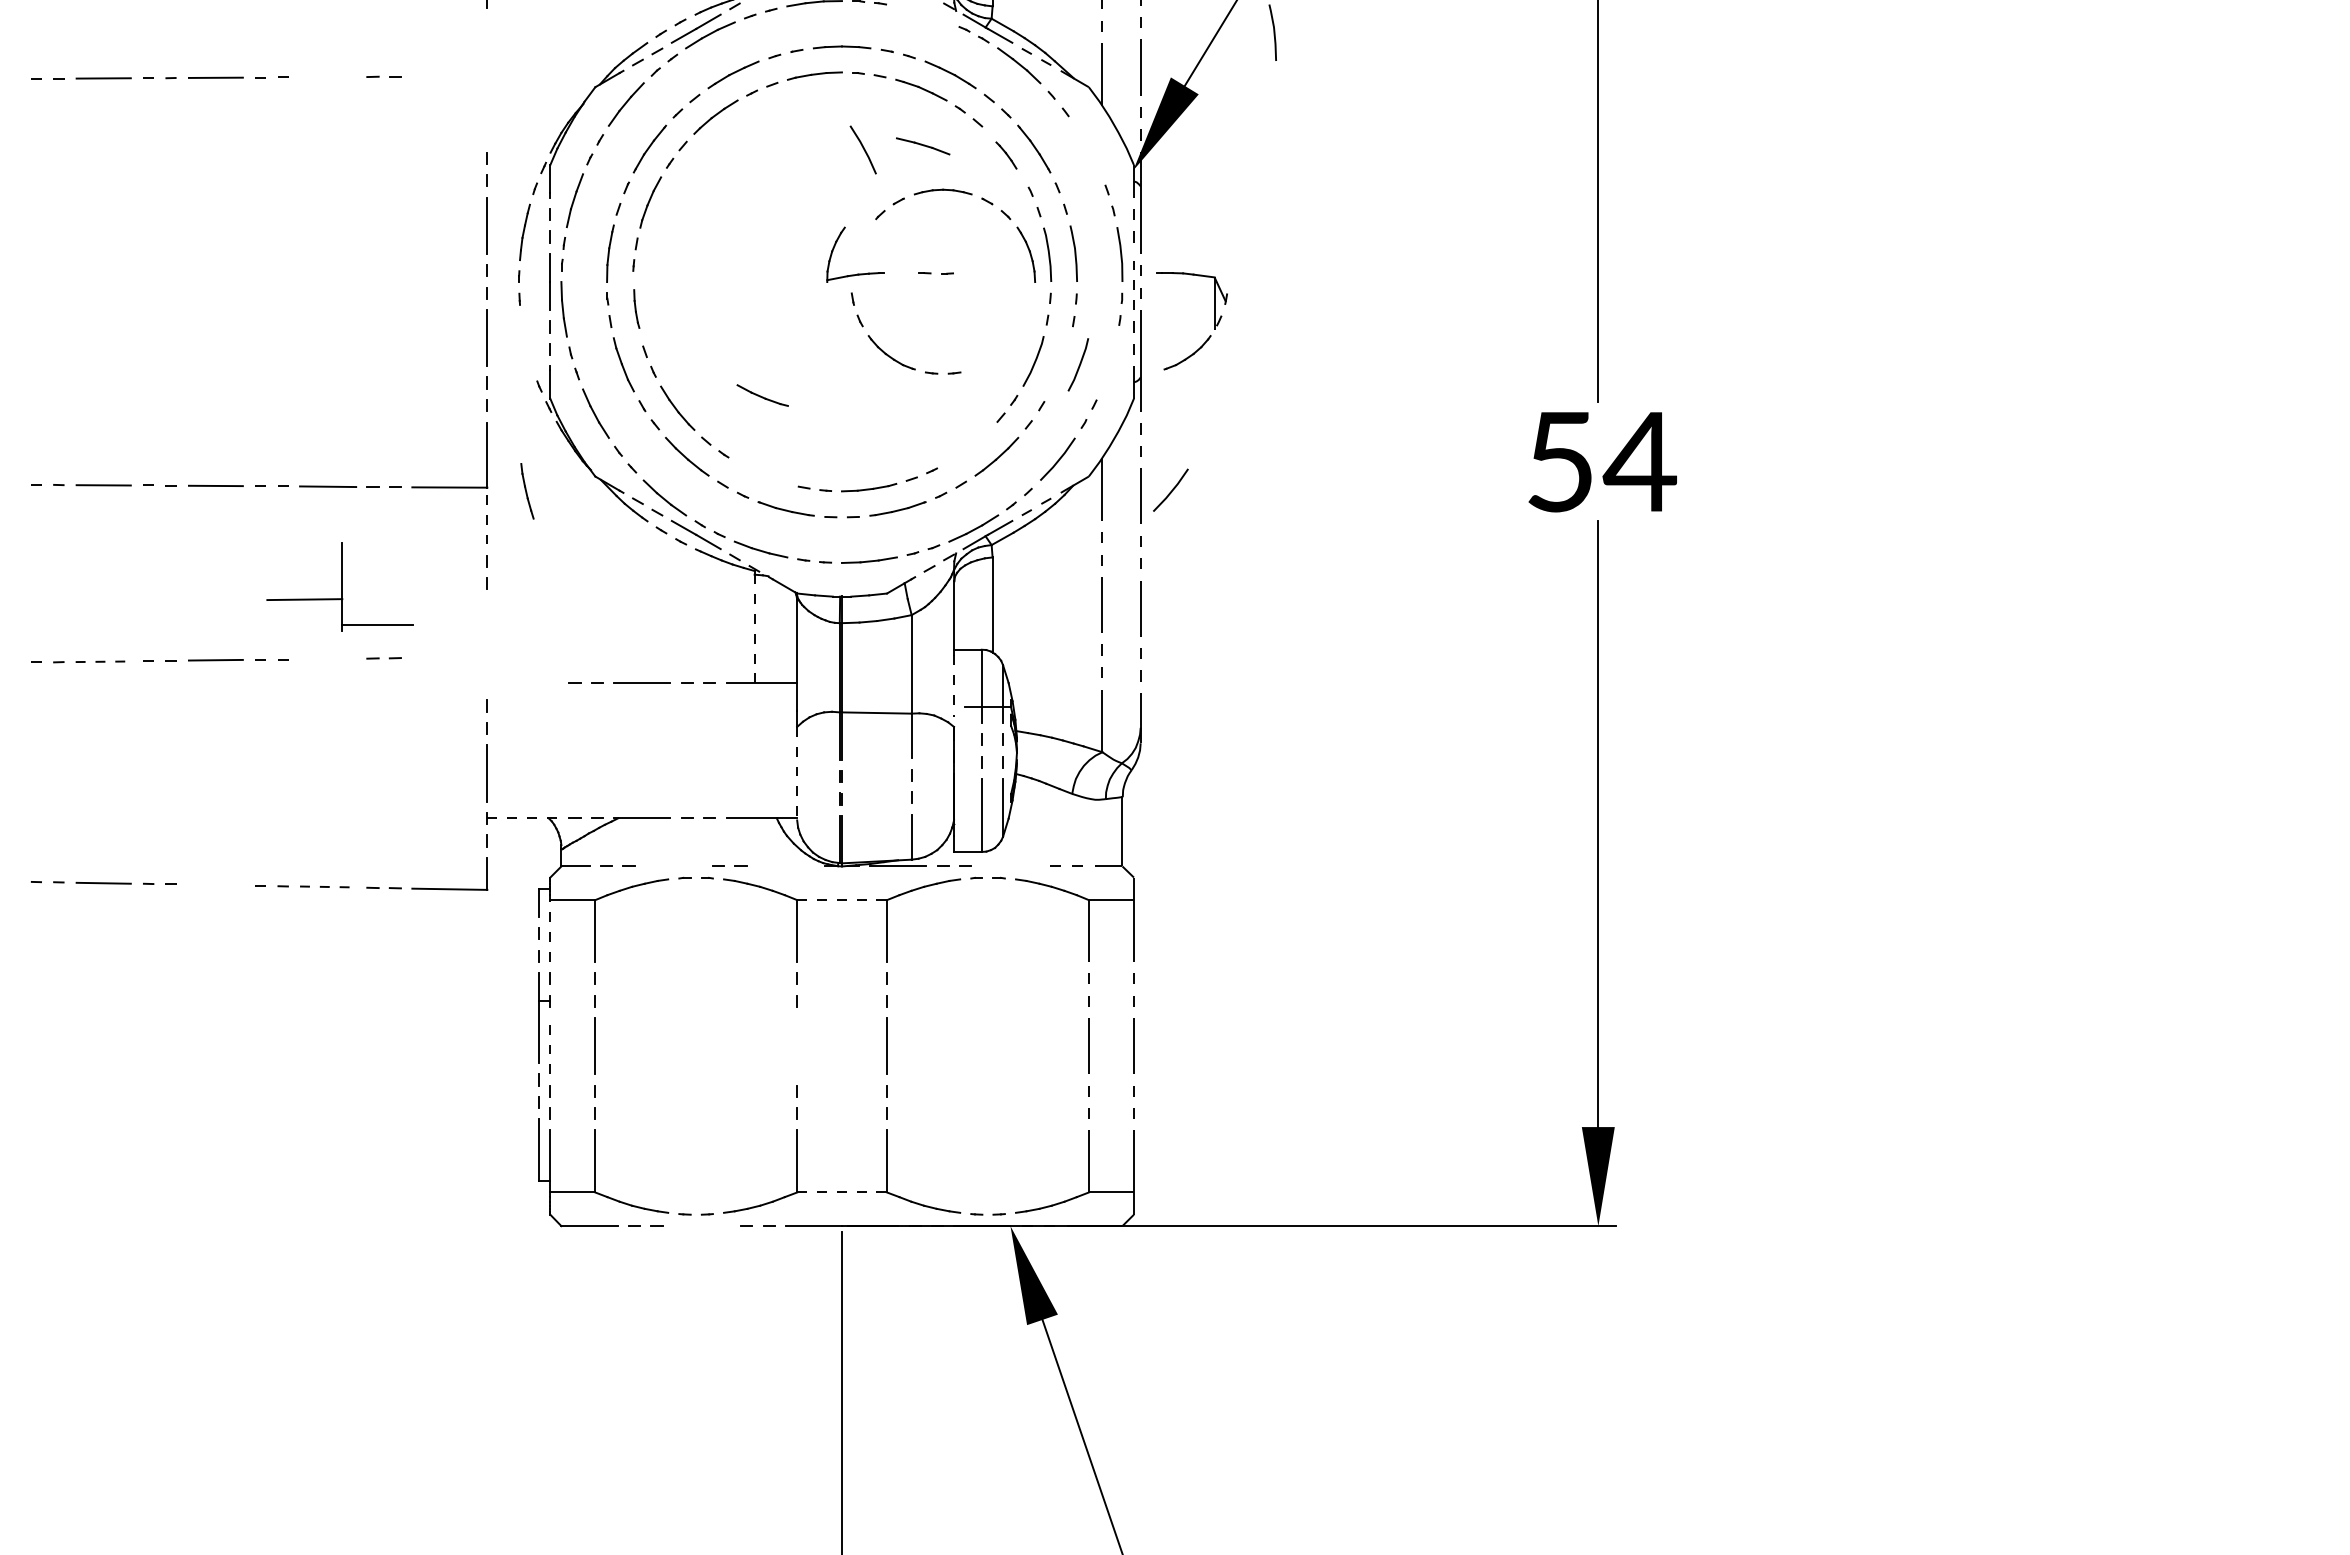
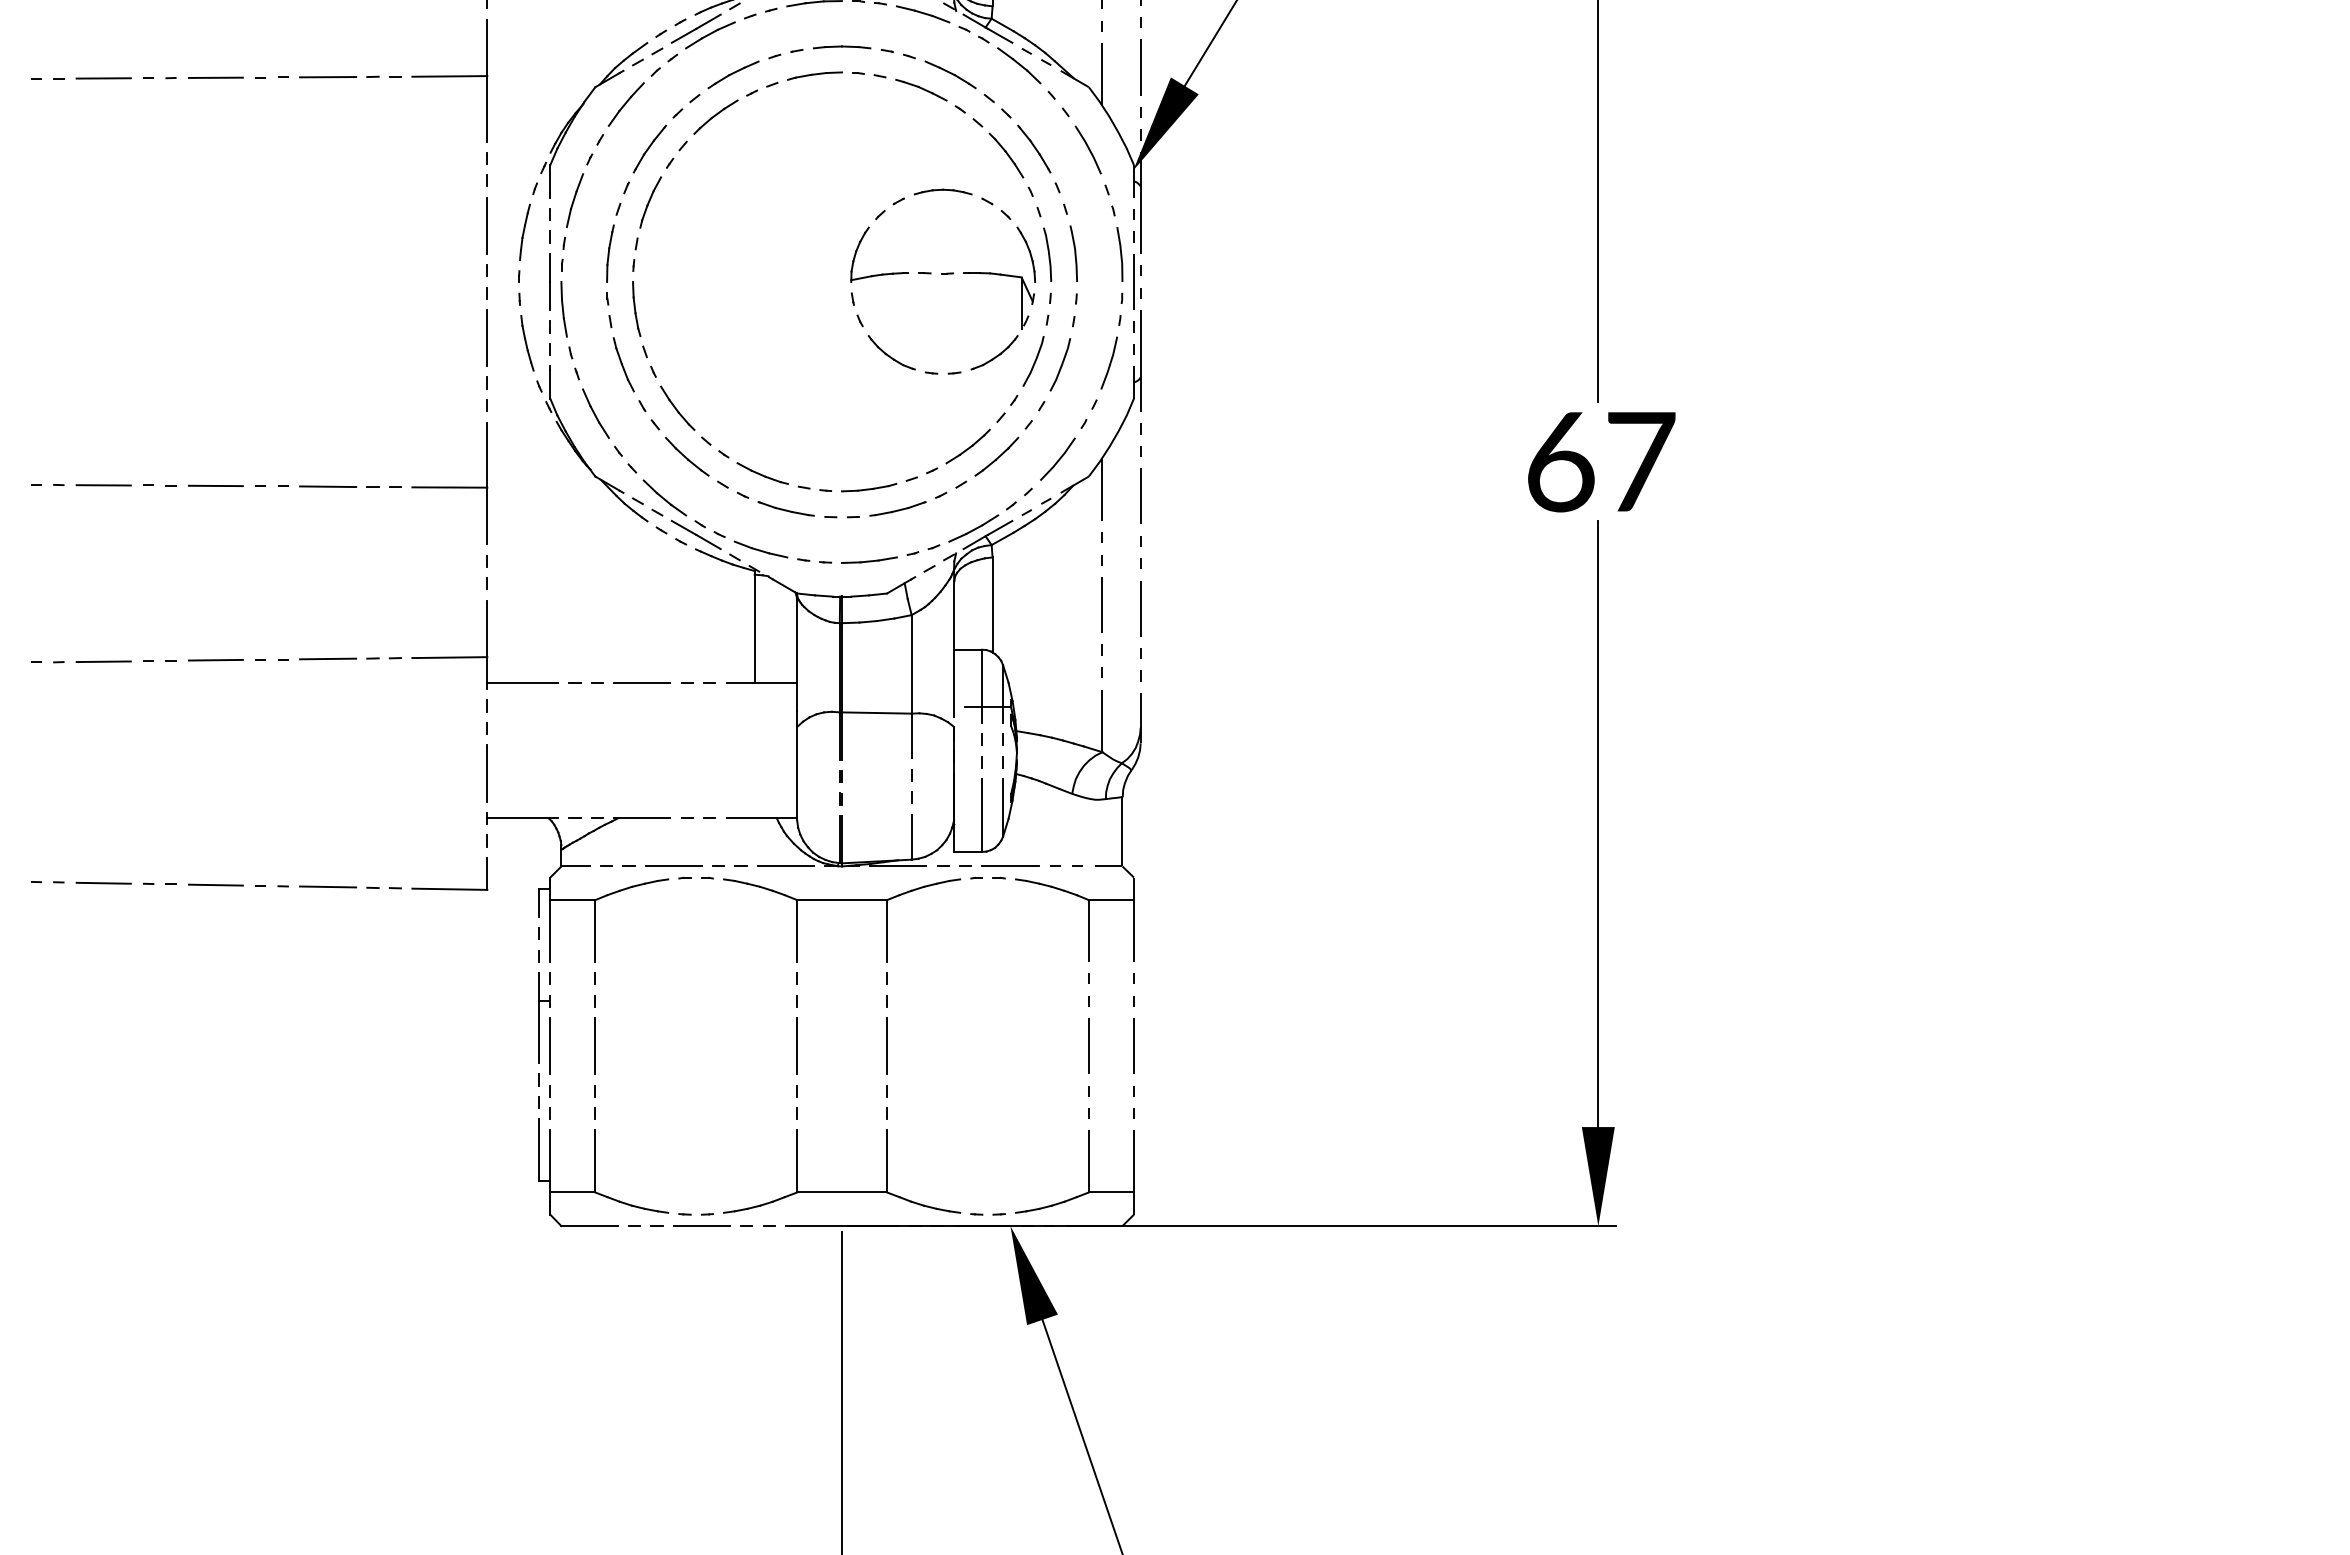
part at (1272, 32): present -> none
line at (328, 77): none -> present
part at (449, 80): none -> present
part at (923, 146) position: (923, 146) -> (923, 14)
line at (862, 148) position: (862, 148) -> (1087, 148)
part at (1006, 155) size: 23x29 px -> 37x47 px
part at (857, 273) position: (857, 273) -> (881, 273)
line at (1133, 282): dashed -> solid
part at (636, 308) size: 8x40 px -> 10x56 px
part at (1209, 335) position: (1209, 335) -> (1016, 335)
line at (1109, 362): none -> present
line at (1079, 364) position: (1079, 364) -> (1061, 364)
part at (762, 395) position: (762, 395) -> (762, 473)
part at (967, 446): none -> present
text at (1602, 462): 54 -> 67
line at (1171, 490): present -> none
part at (527, 491) position: (527, 491) -> (527, 343)
line at (487, 515): dashed -> solid
part at (339, 586) position: (339, 586) -> (484, 644)
line at (754, 628): dashed -> solid
line at (328, 658): none -> present
line at (104, 661): dashed -> solid
line at (954, 686): dashed -> solid
line at (797, 773): dashed -> solid
line at (522, 818): dashed -> solid
line at (673, 866): none -> present
line at (785, 866): none -> present
line at (1010, 866): none -> present
line at (215, 884): none -> present
line at (328, 886): dashed -> solid
line at (842, 900): dashed -> solid
line at (550, 930): dashed -> solid
line at (550, 1045): dashed -> solid
line at (797, 1046): none -> present
line at (842, 1192): dashed -> solid
line at (701, 1226): none -> present
